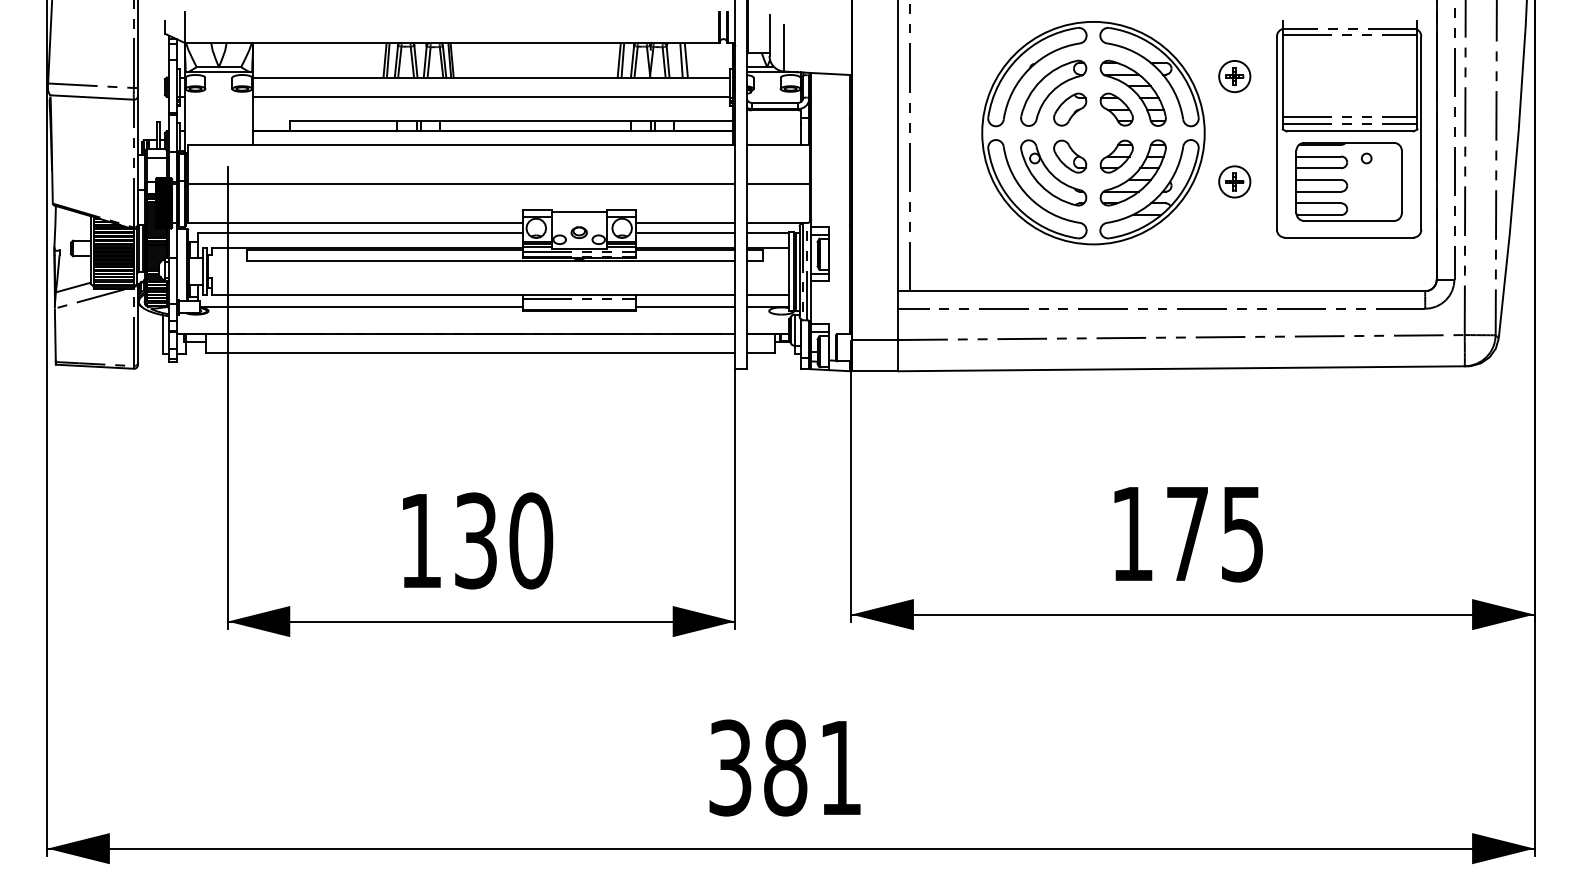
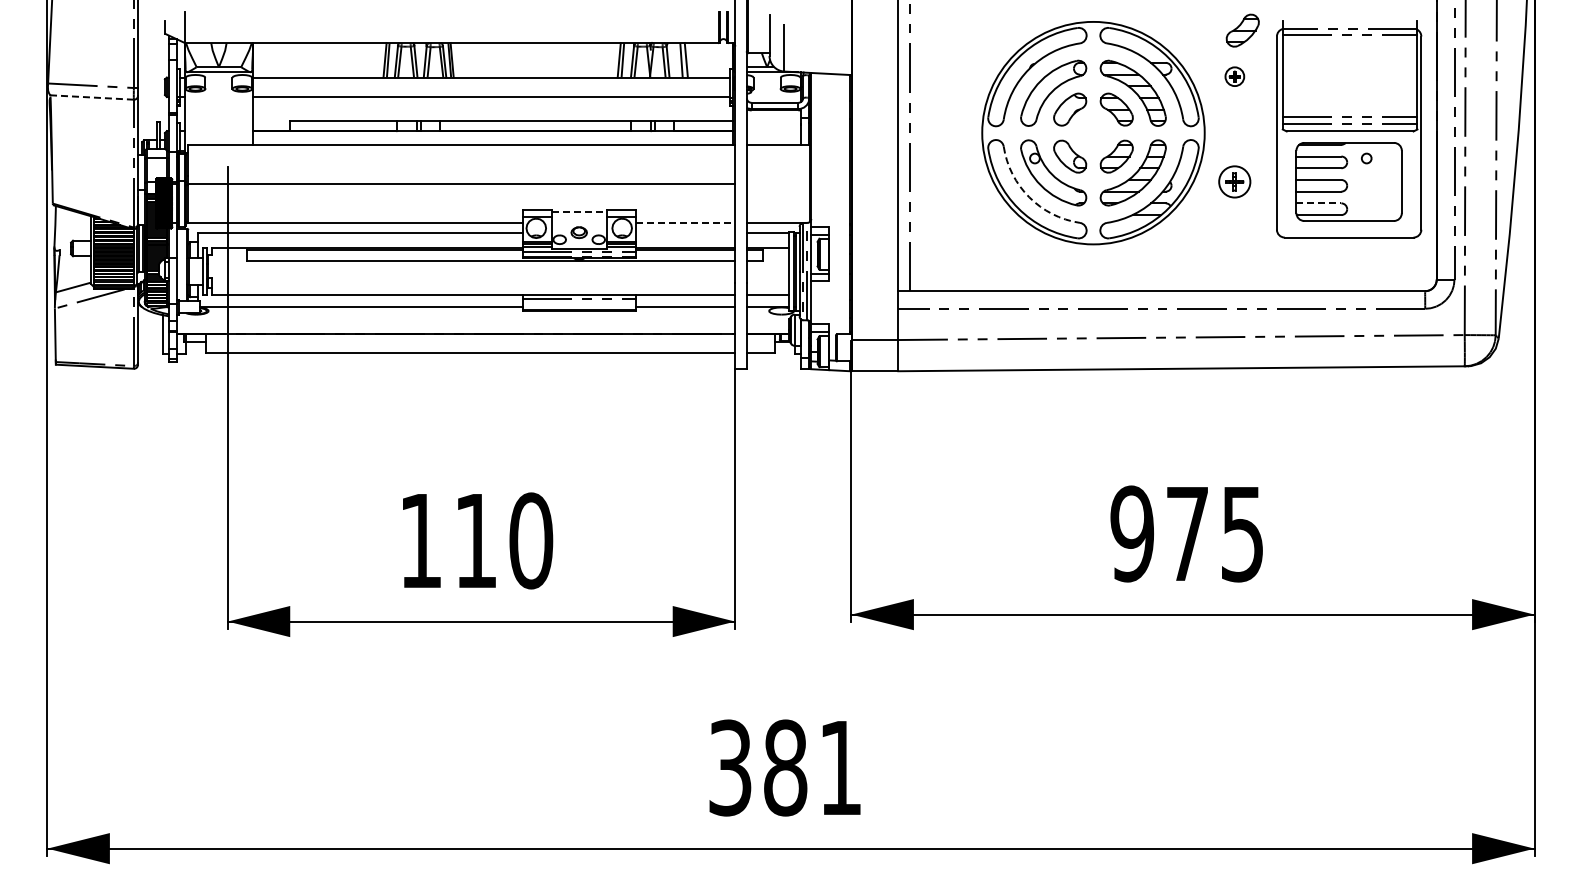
part at (1242, 30): none -> present
part at (1234, 76) size: 34x34 px -> 22x21 px
line at (92, 97): solid -> dashed
line at (778, 183): present -> none
arc at (1029, 197): solid -> dashed
line at (1319, 203): solid -> dashed
line at (579, 212): solid -> dashed
line at (685, 222): solid -> dashed
line at (685, 232): present -> none
text at (1131, 533): 175 -> 975
text at (475, 540): 130 -> 110
